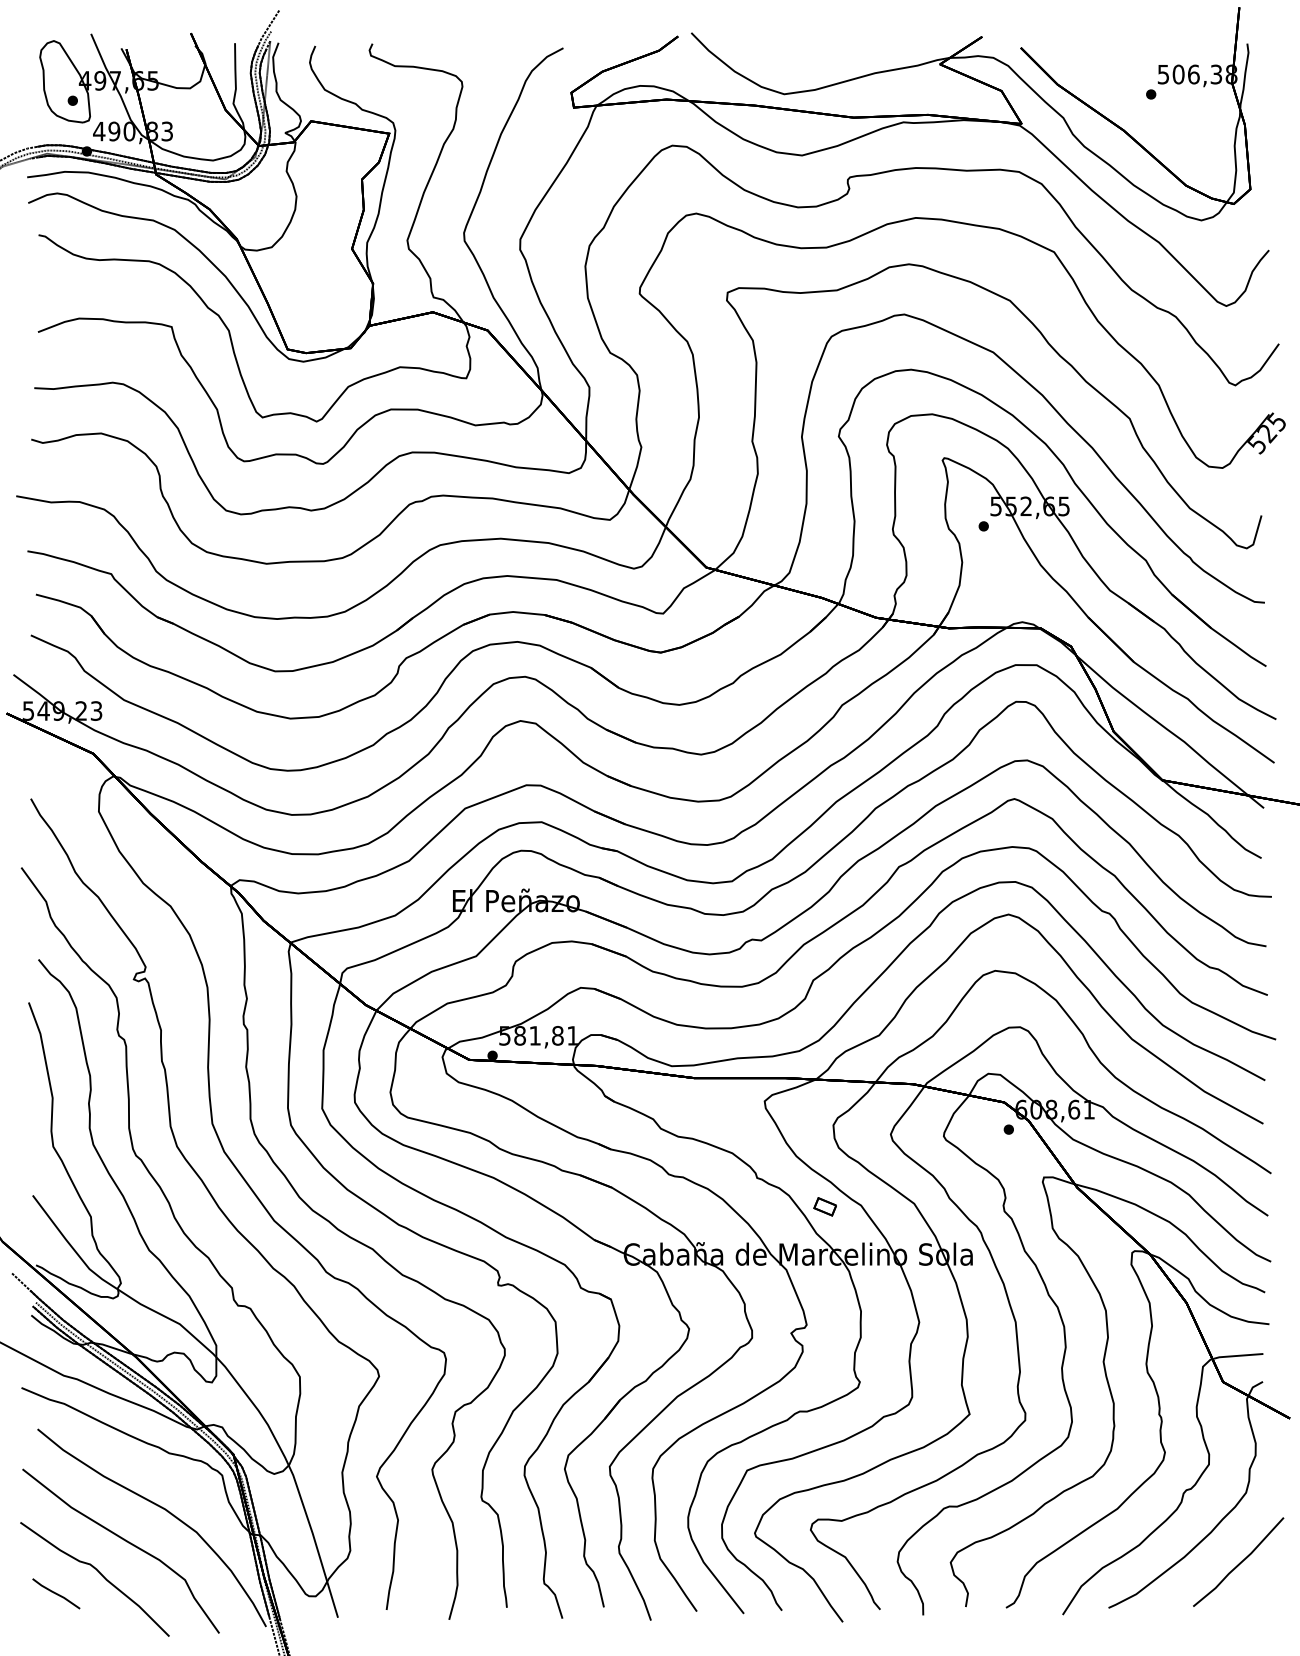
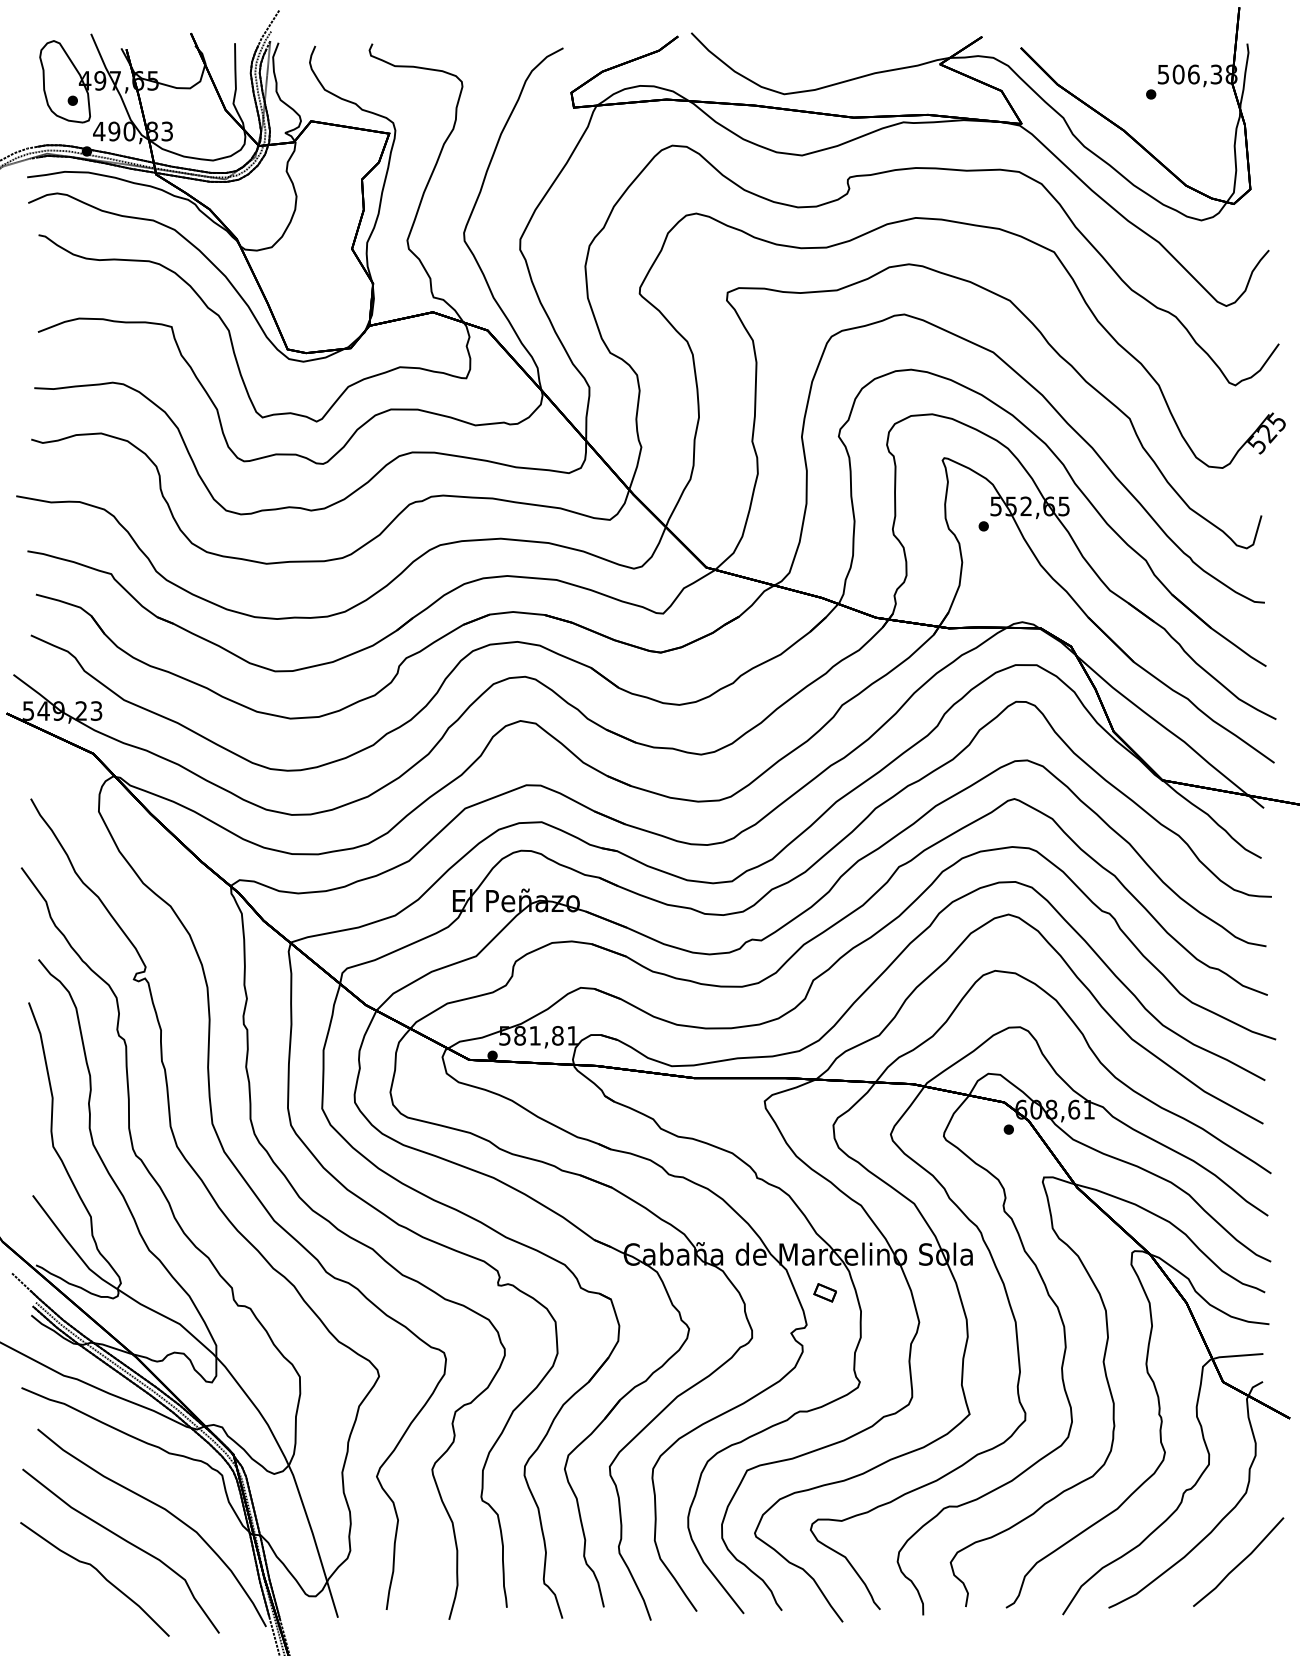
part at (824, 1206) position: (824, 1206) -> (824, 1292)
line at (56, 1593): present -> none
